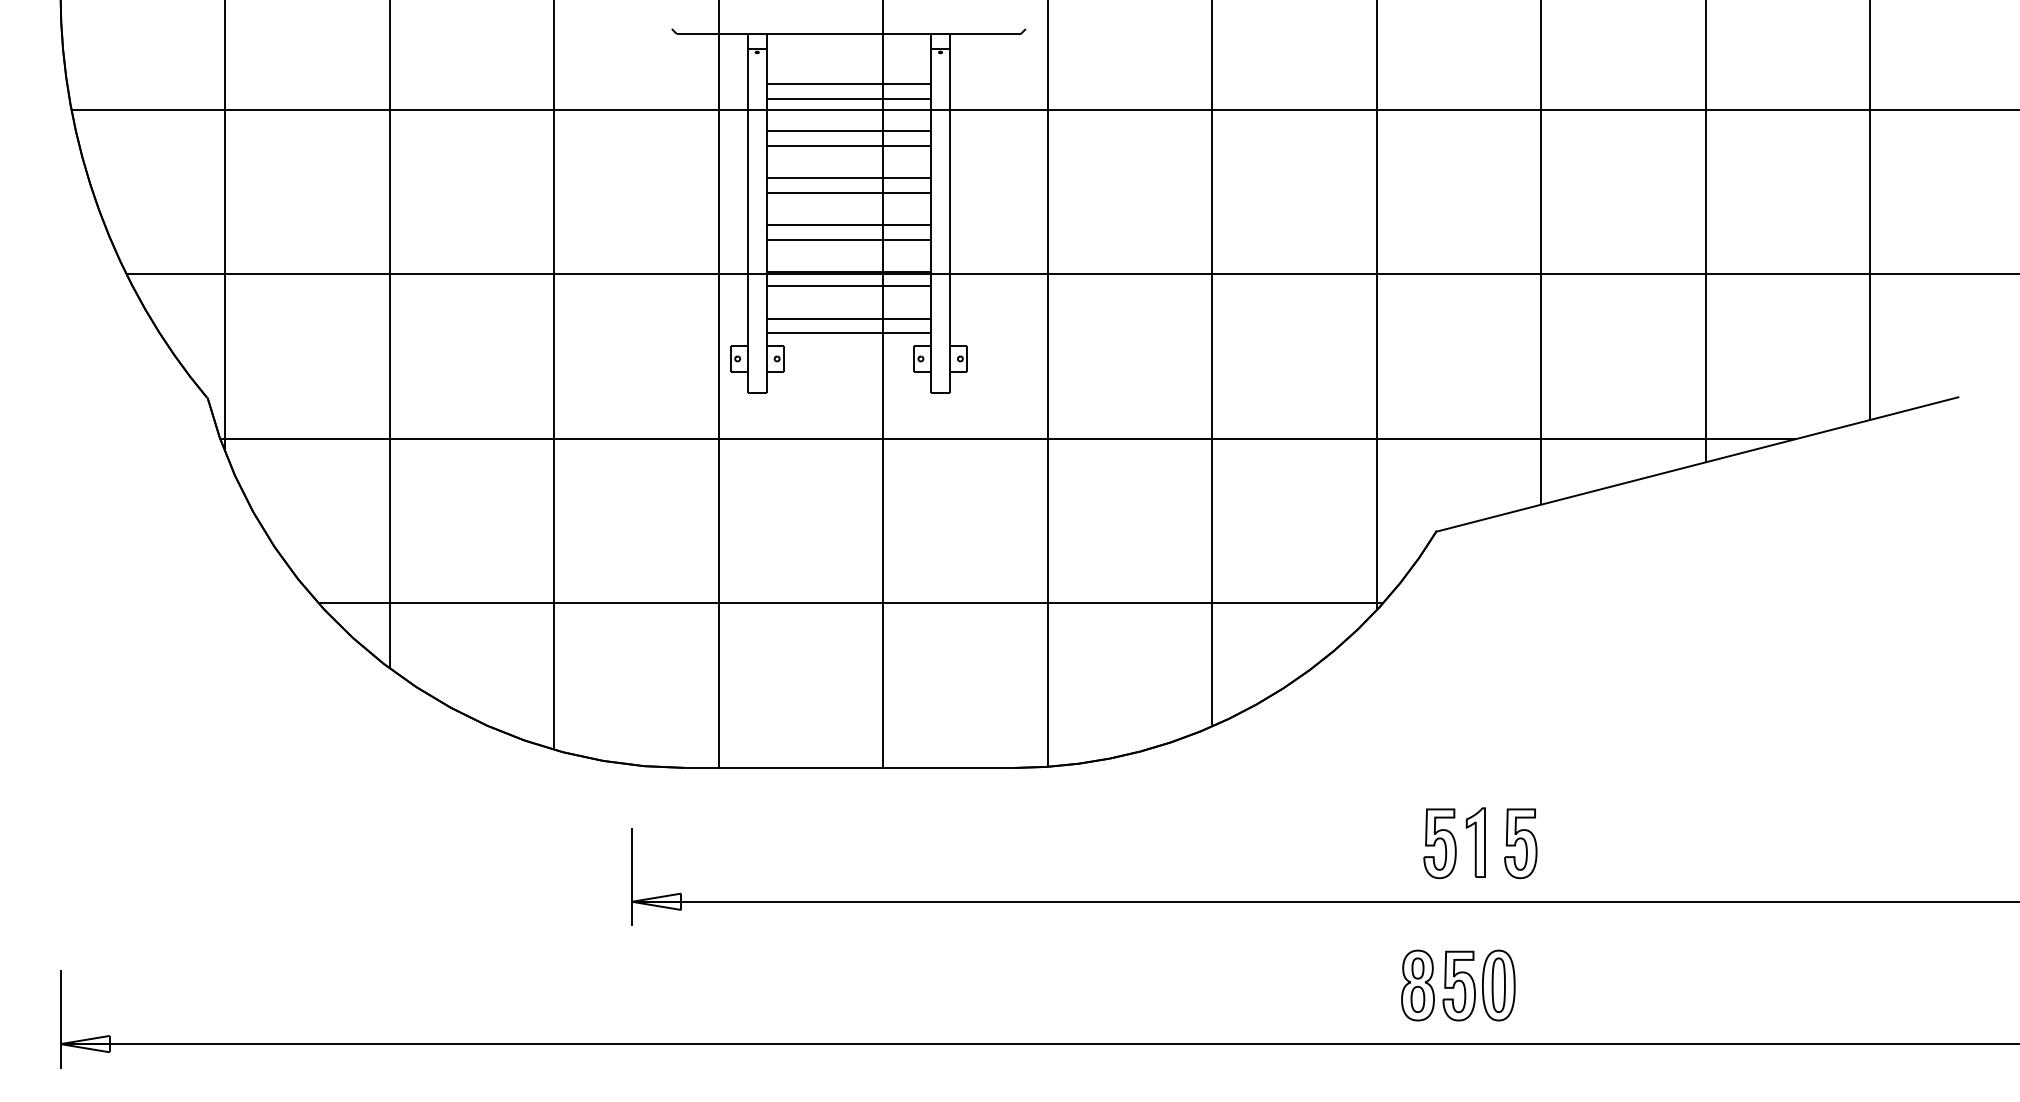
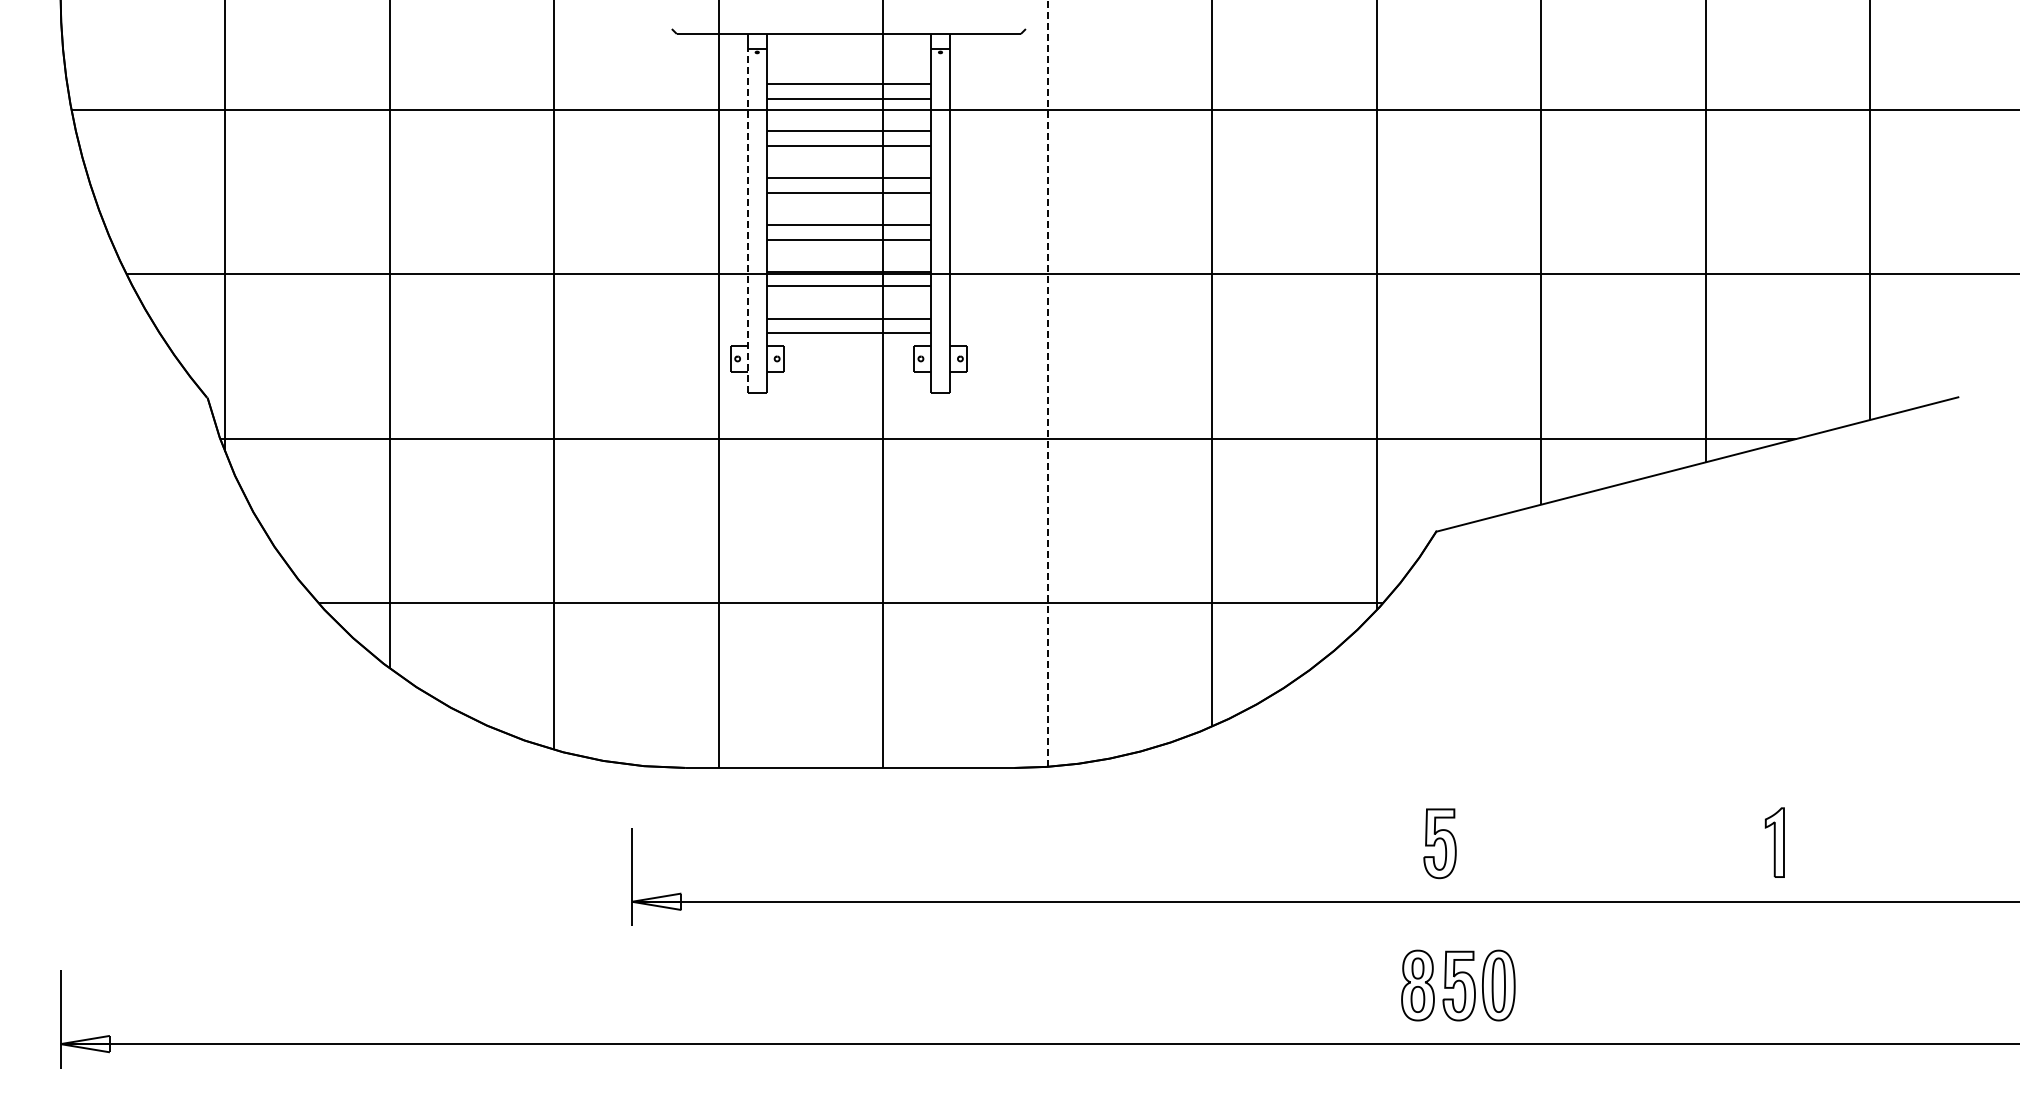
line at (747, 221): solid -> dashed
line at (1047, 383): solid -> dashed
part at (1475, 842) position: (1475, 842) -> (1774, 842)
part at (1520, 843): present -> none
